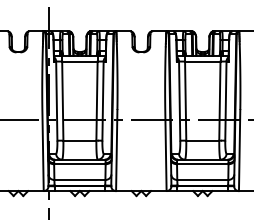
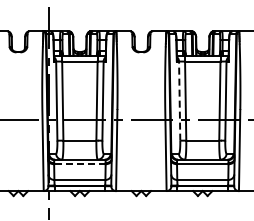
line at (179, 101): solid -> dashed
line at (79, 164): solid -> dashed
